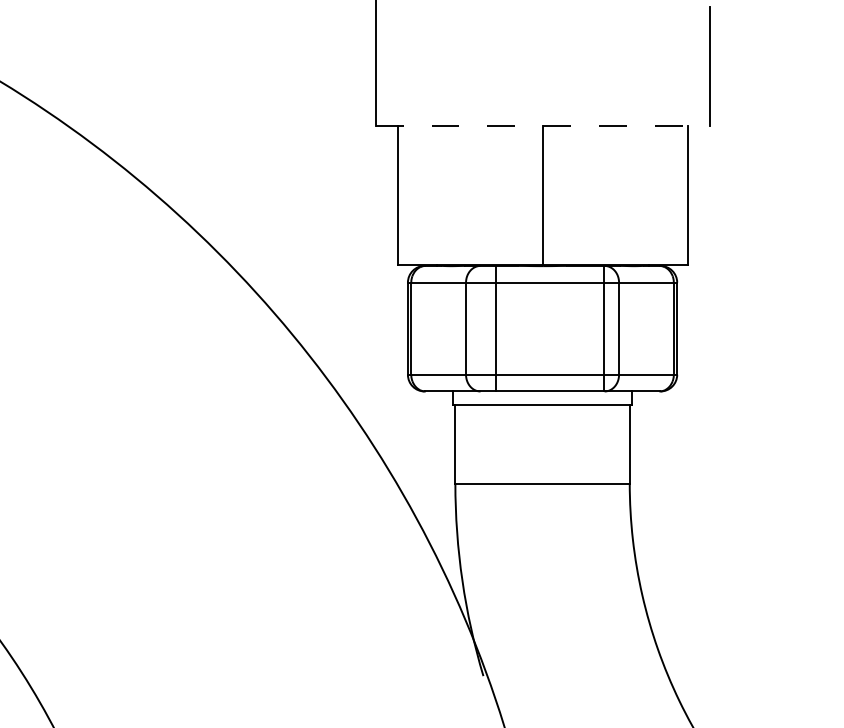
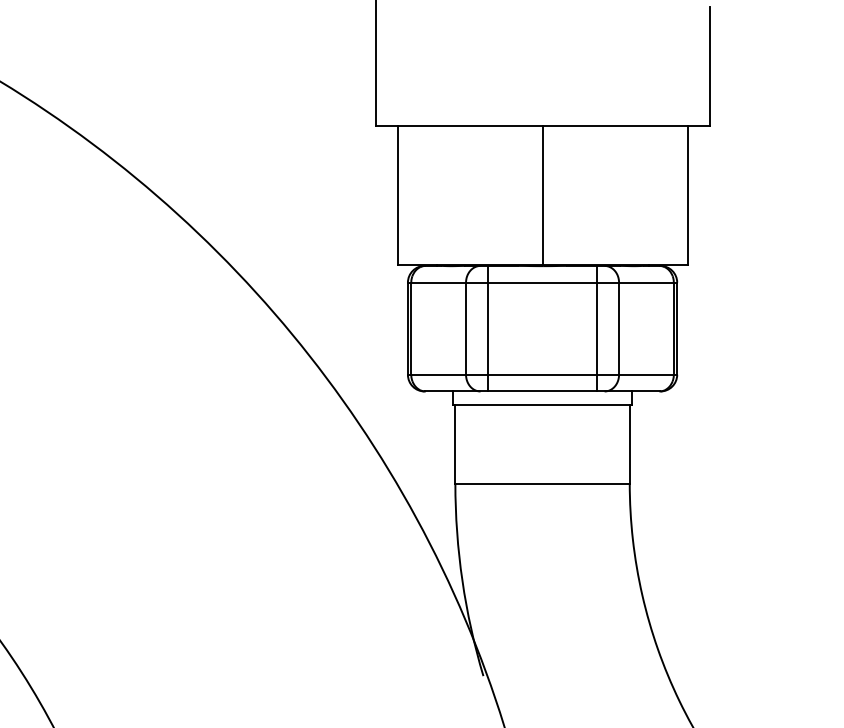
line at (543, 125): dashed -> solid
line at (495, 328) position: (495, 328) -> (487, 328)
line at (604, 328) position: (604, 328) -> (597, 328)
